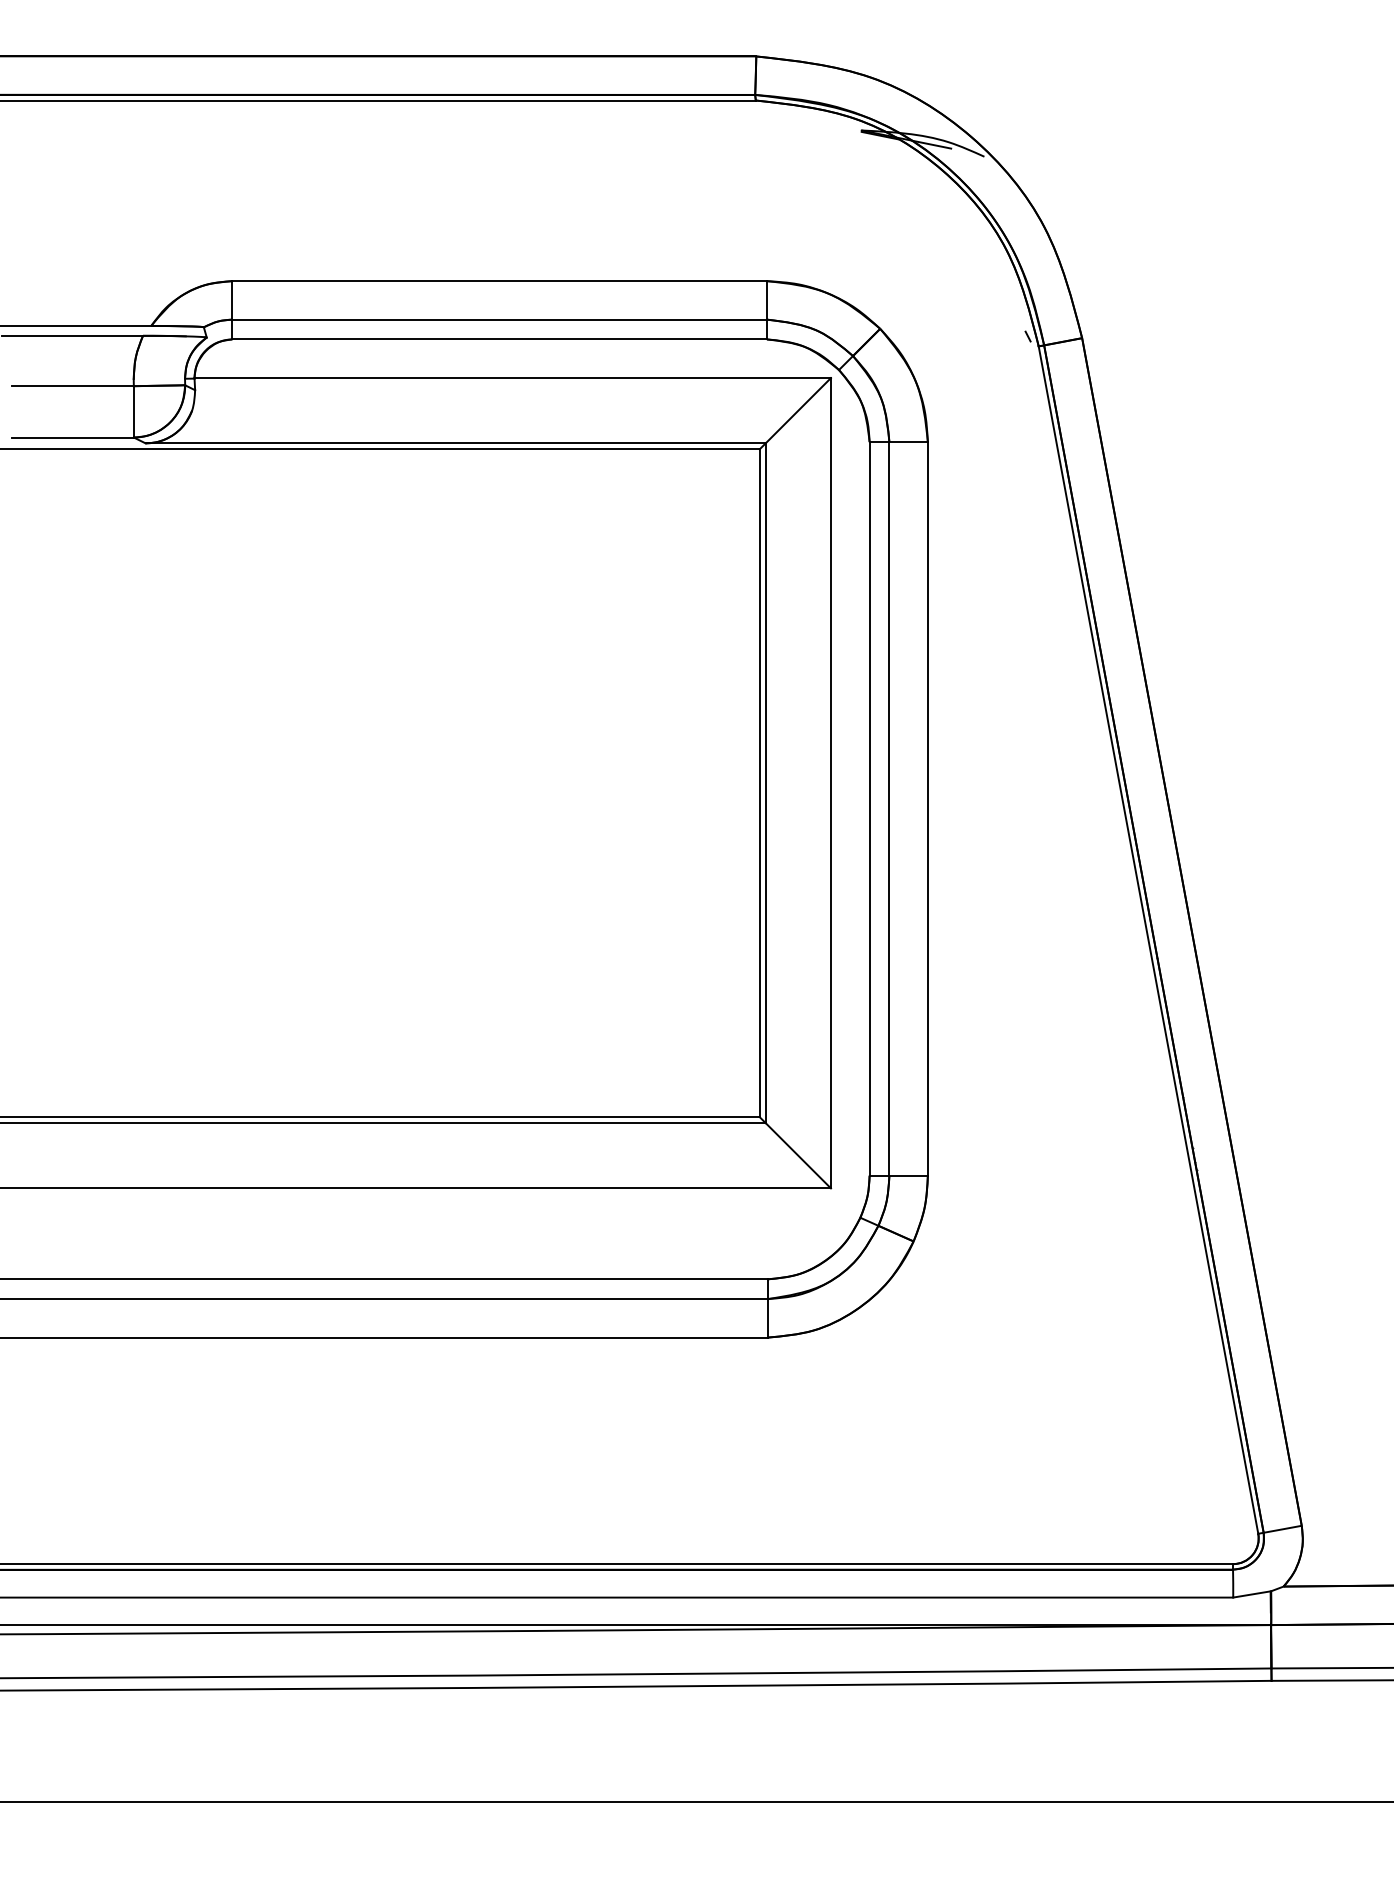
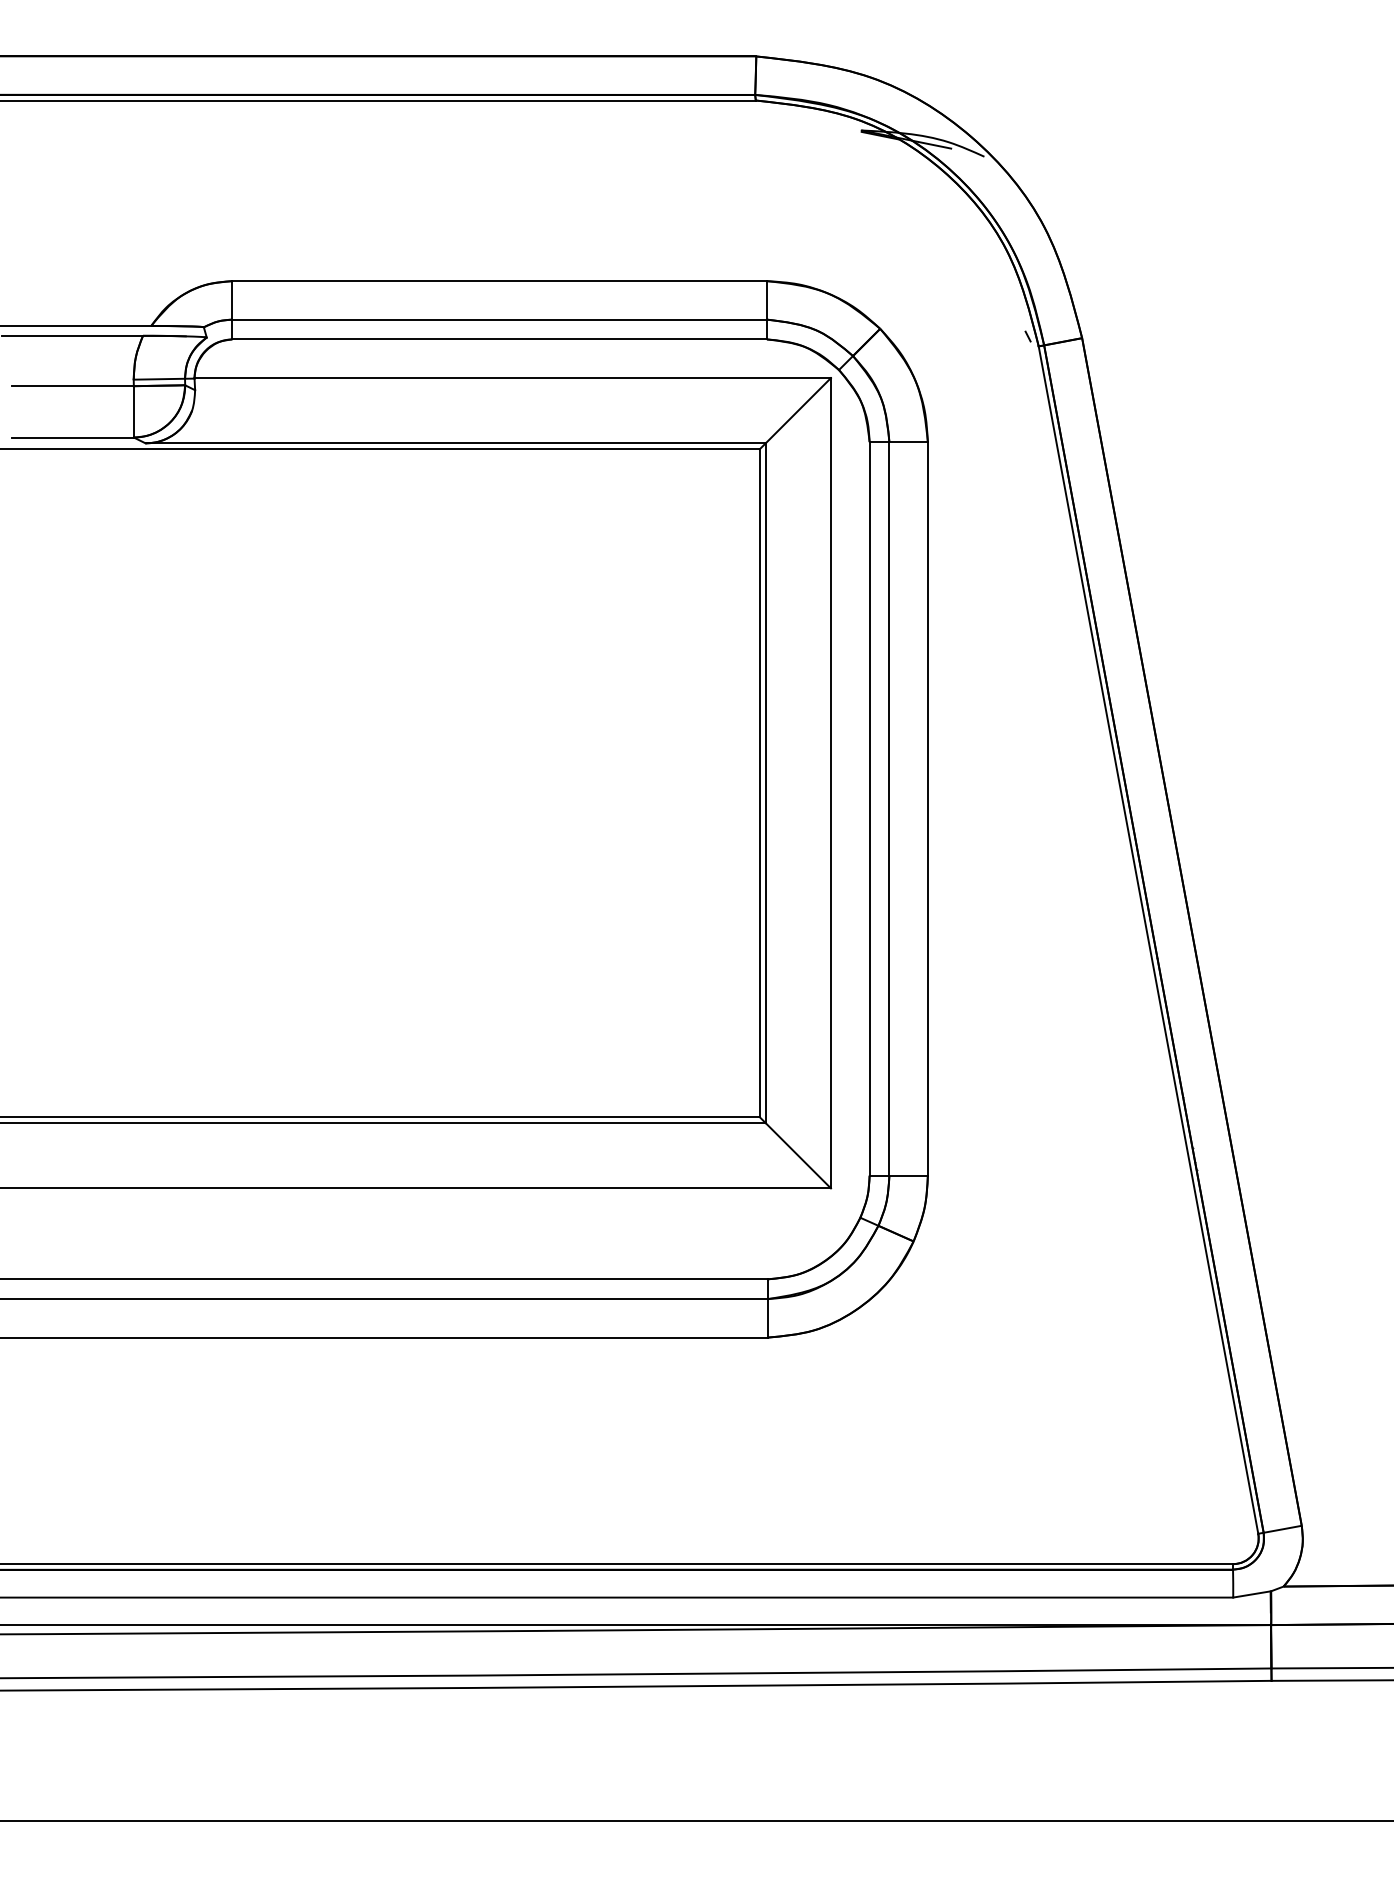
line at (159, 378): none -> present
line at (696, 1801) position: (696, 1801) -> (696, 1820)
